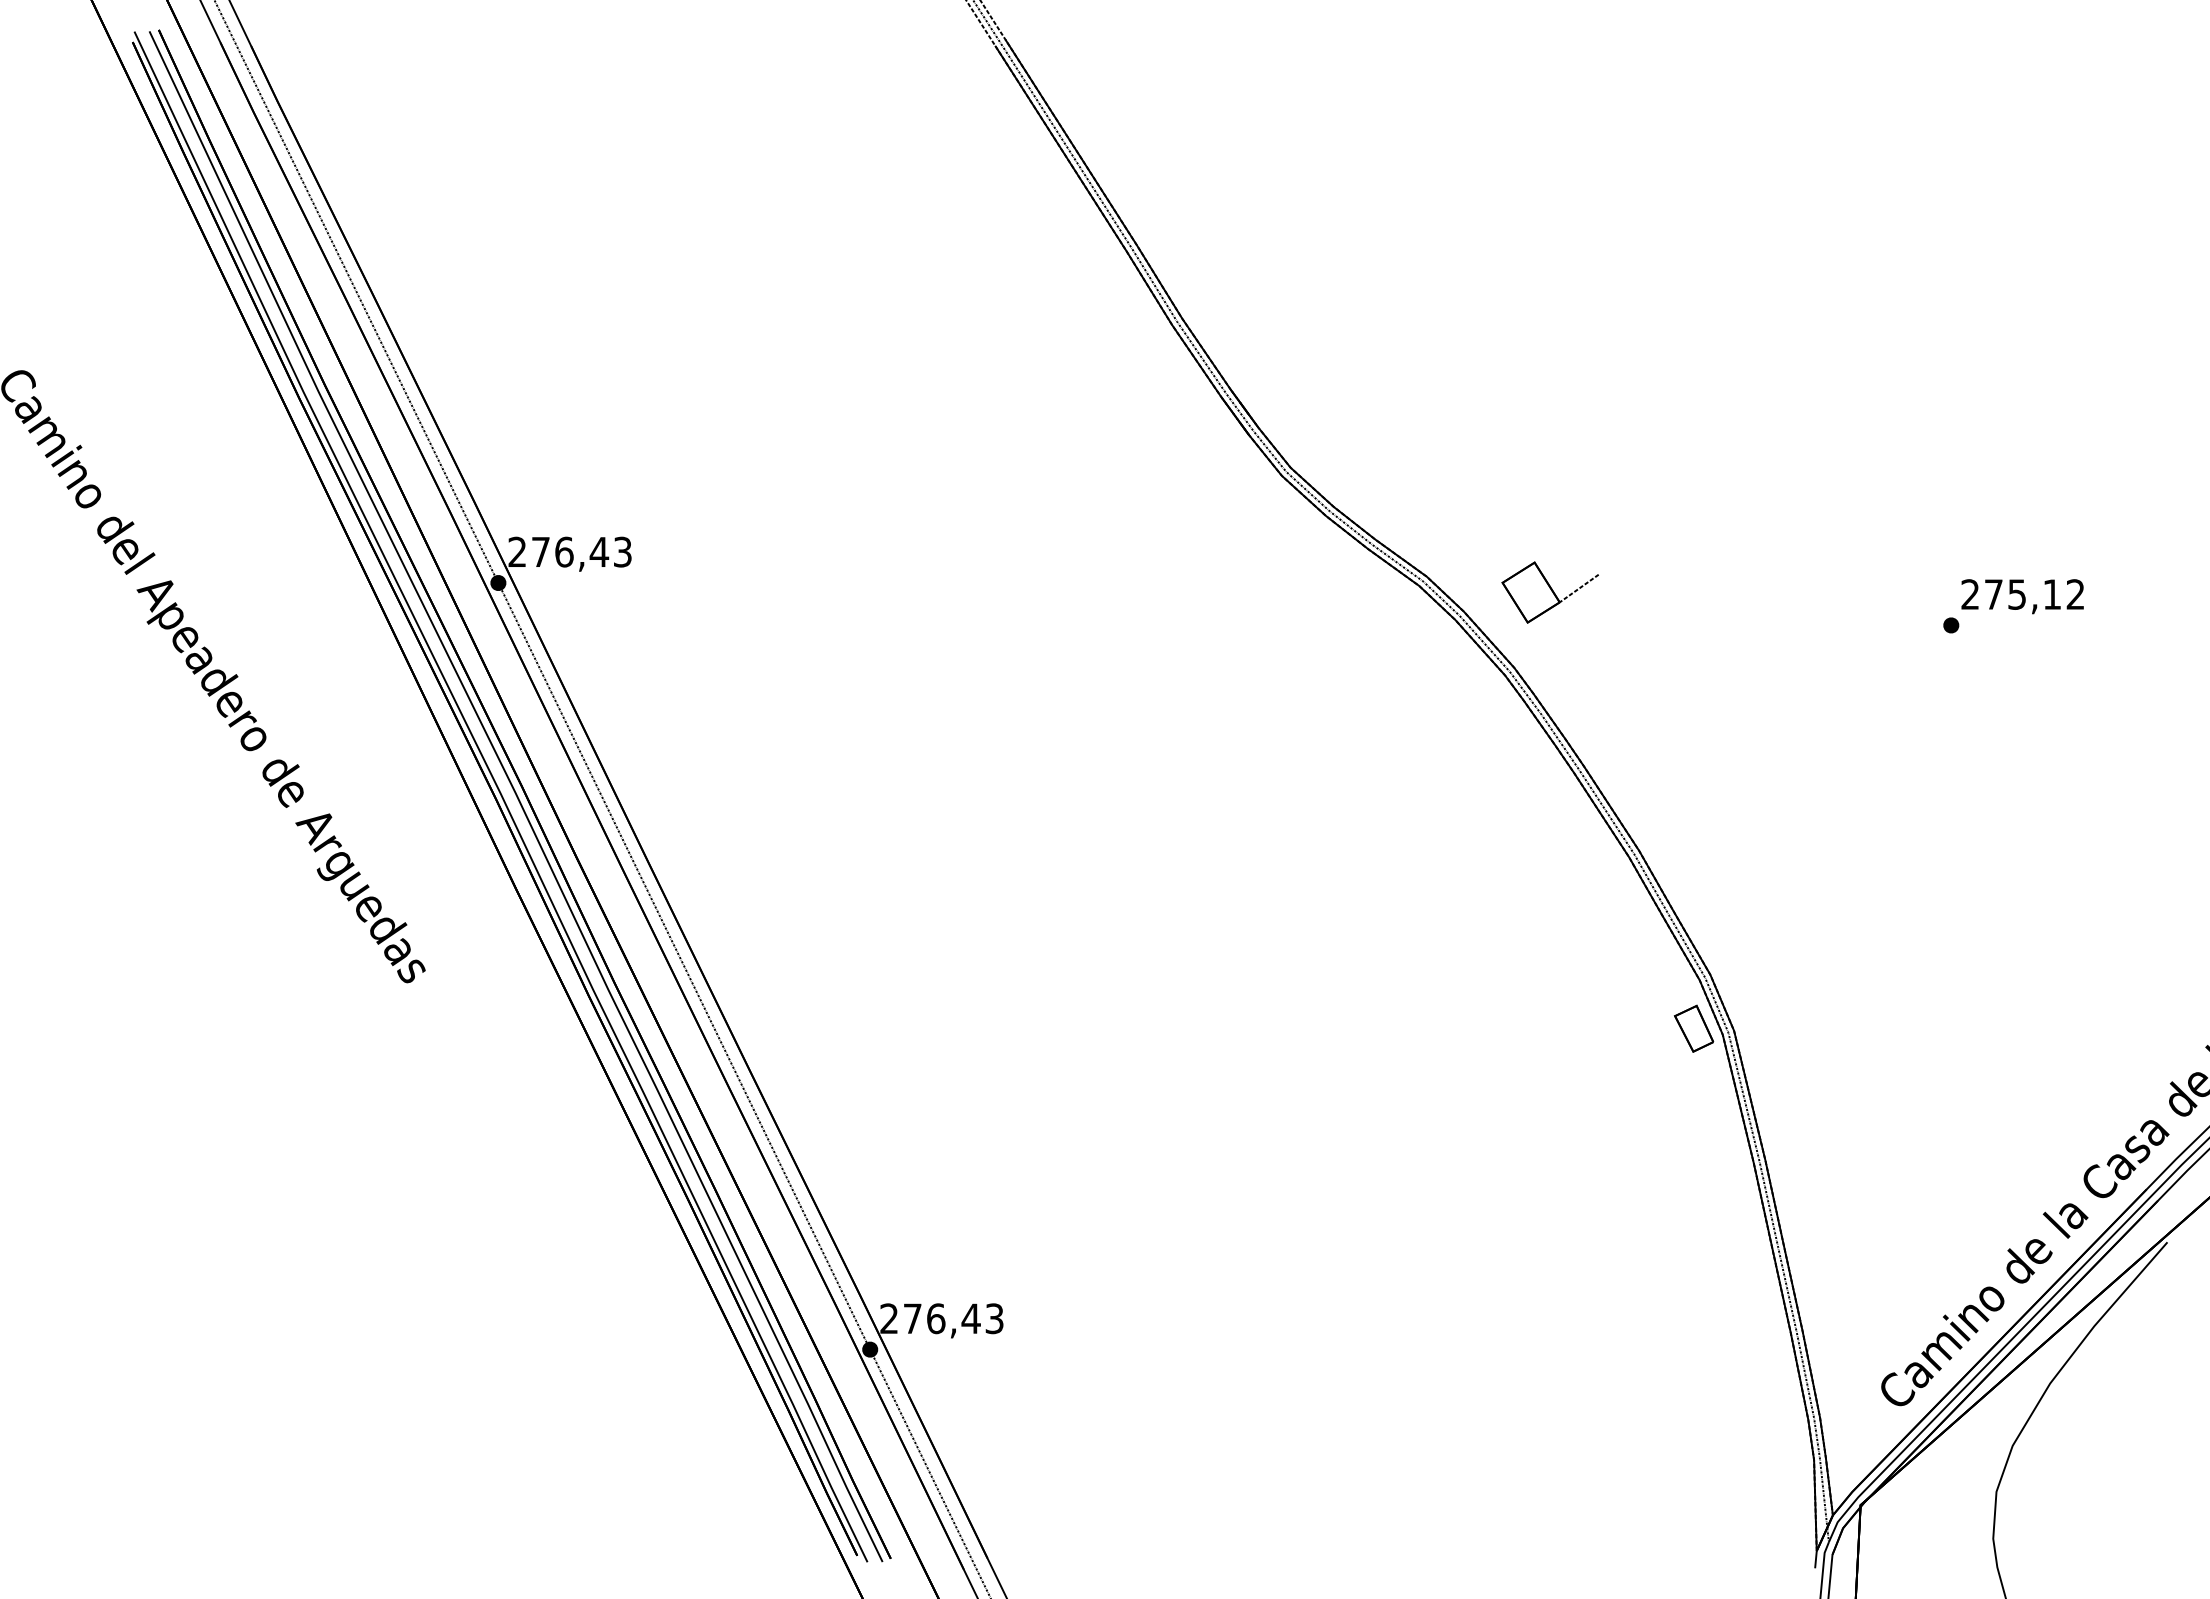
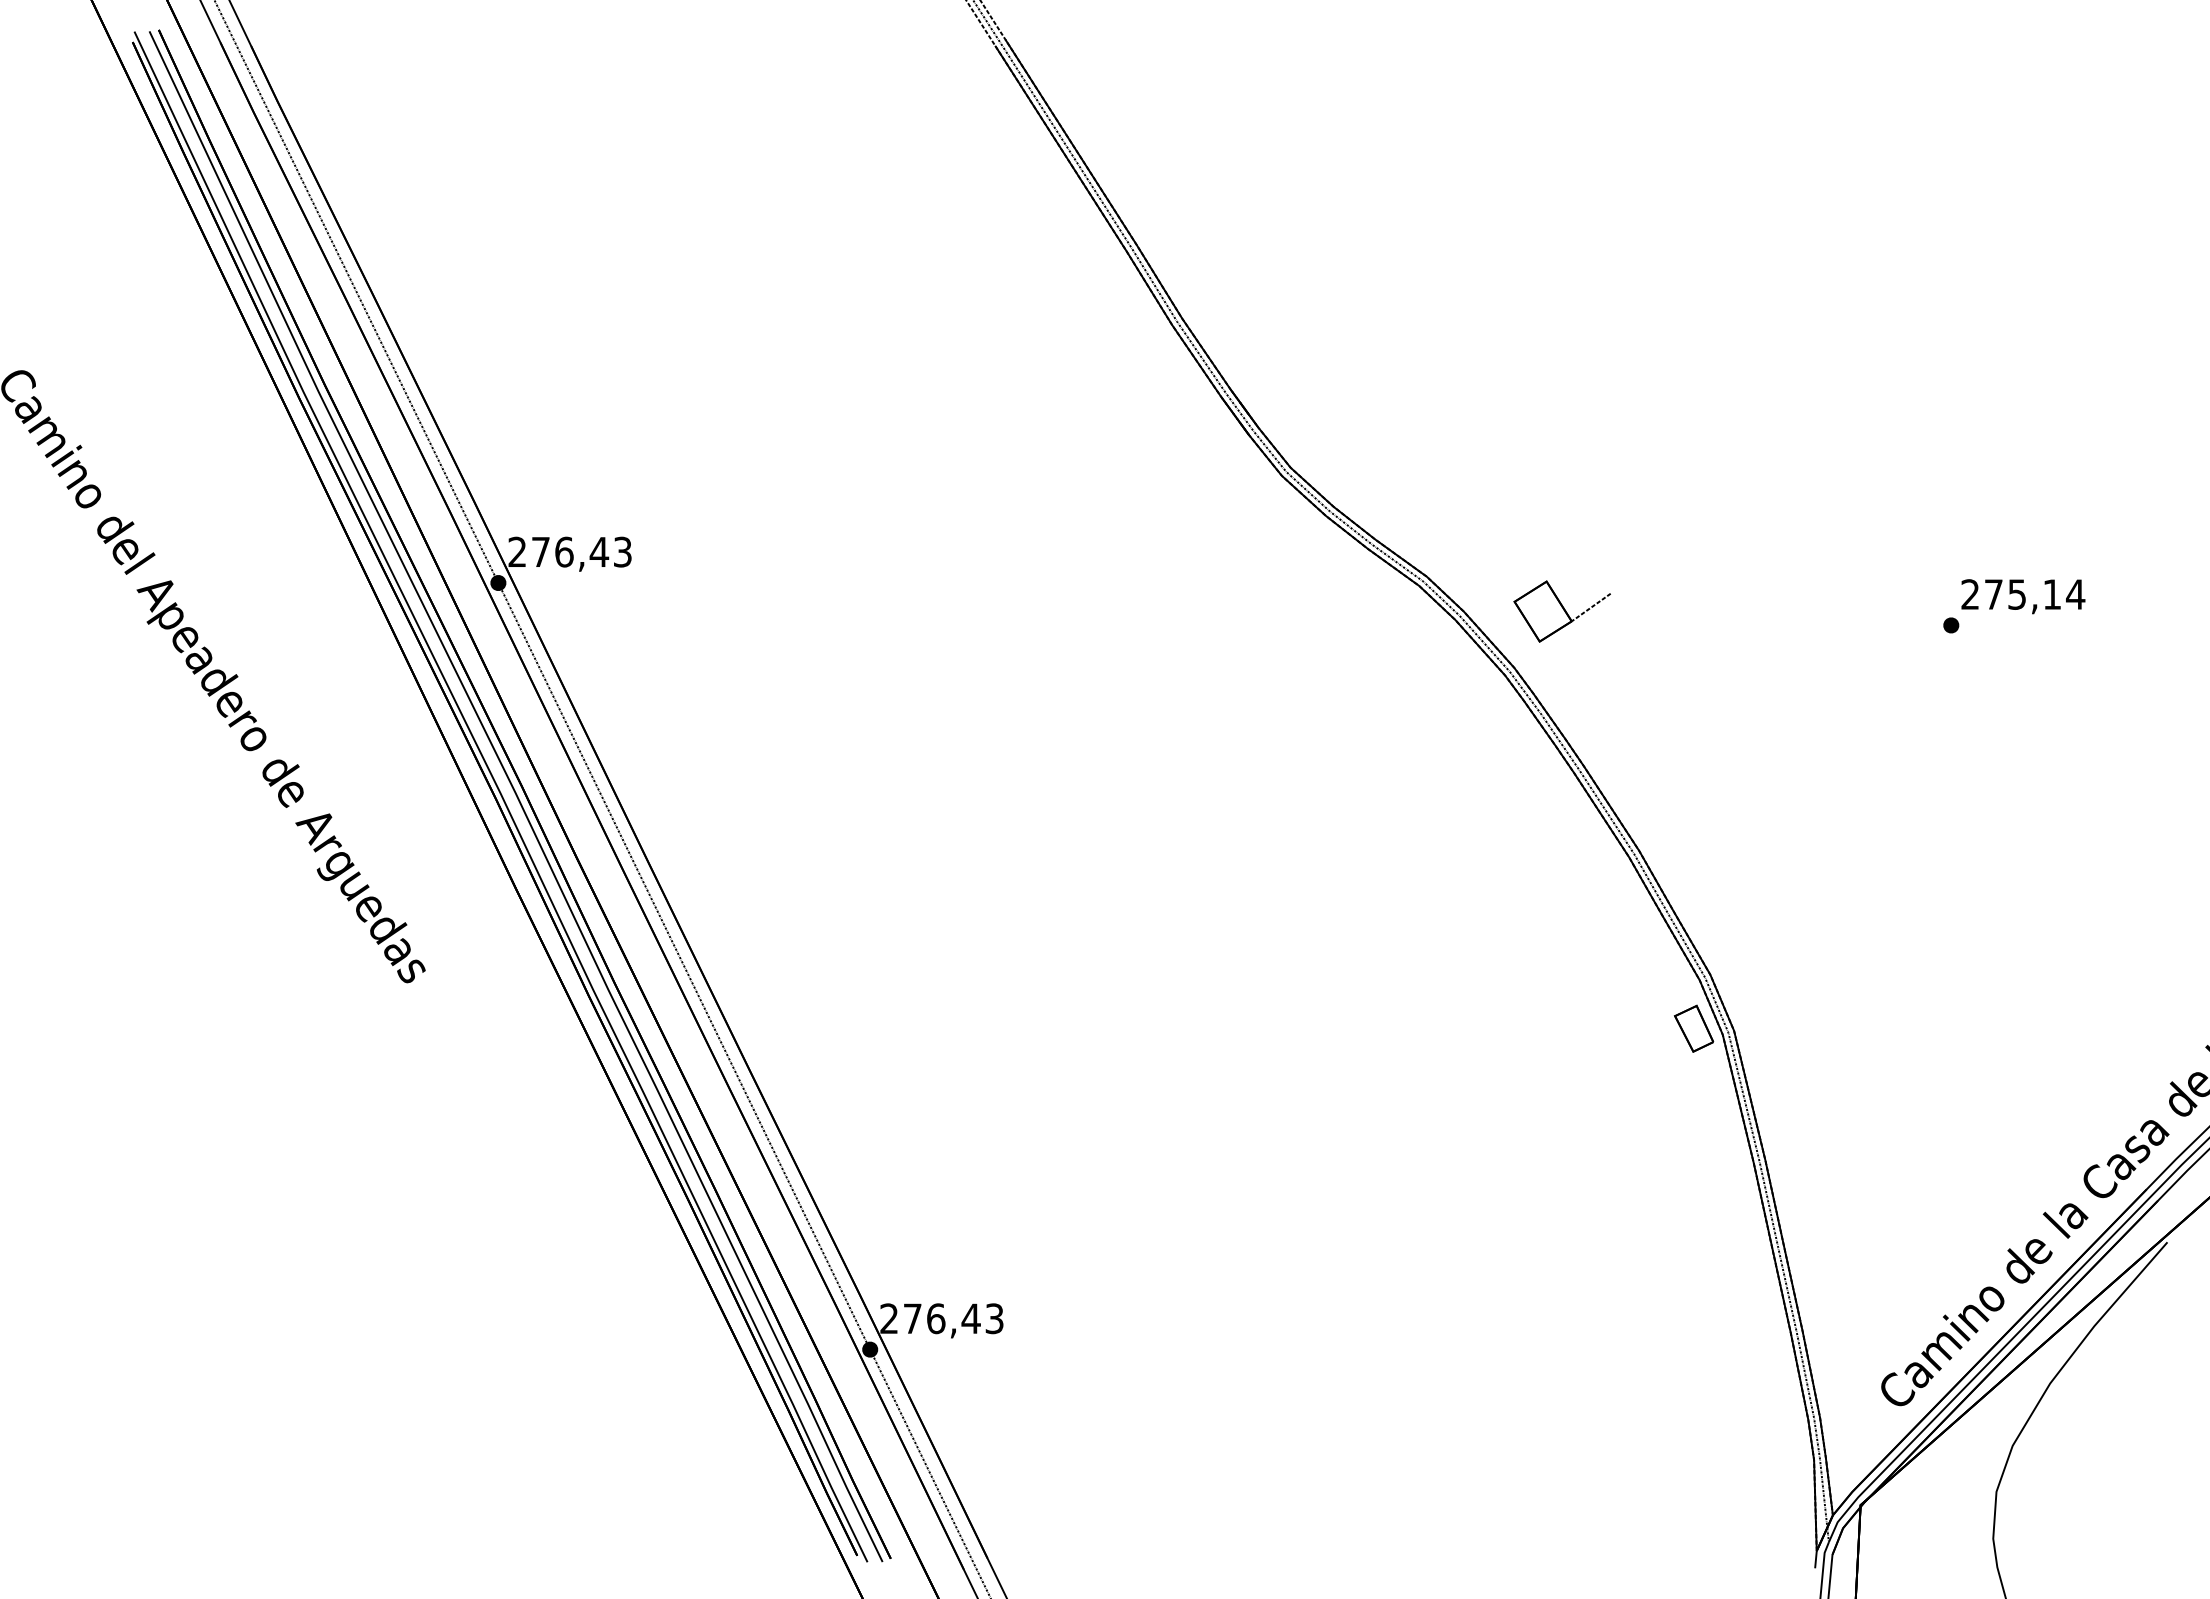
part at (1549, 592) position: (1549, 592) -> (1561, 611)
text at (2075, 594): 275,12 -> 275,14
